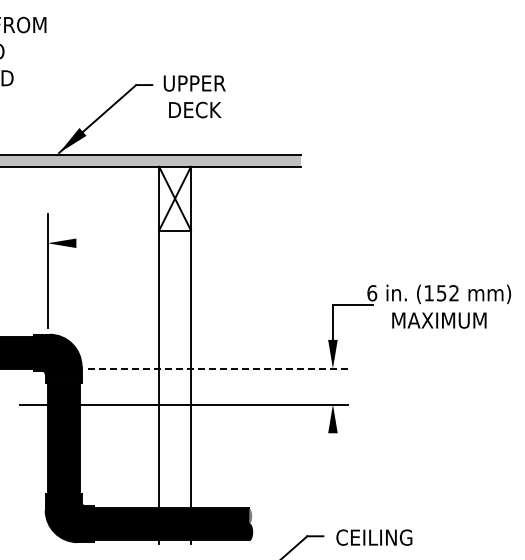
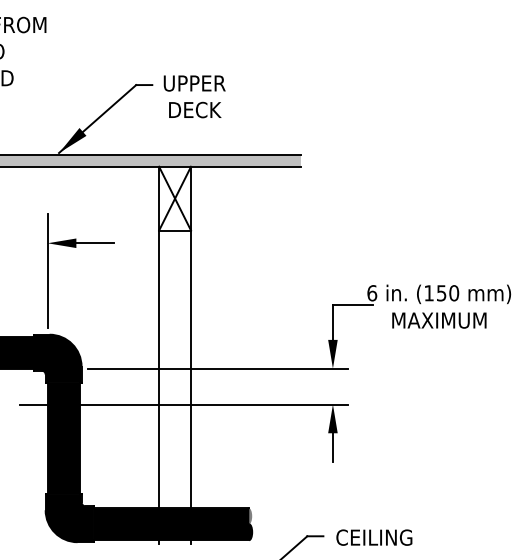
line at (95, 243): none -> present
text at (454, 293): (152 -> (150
line at (218, 368): dashed -> solid
line at (332, 447): none -> present
